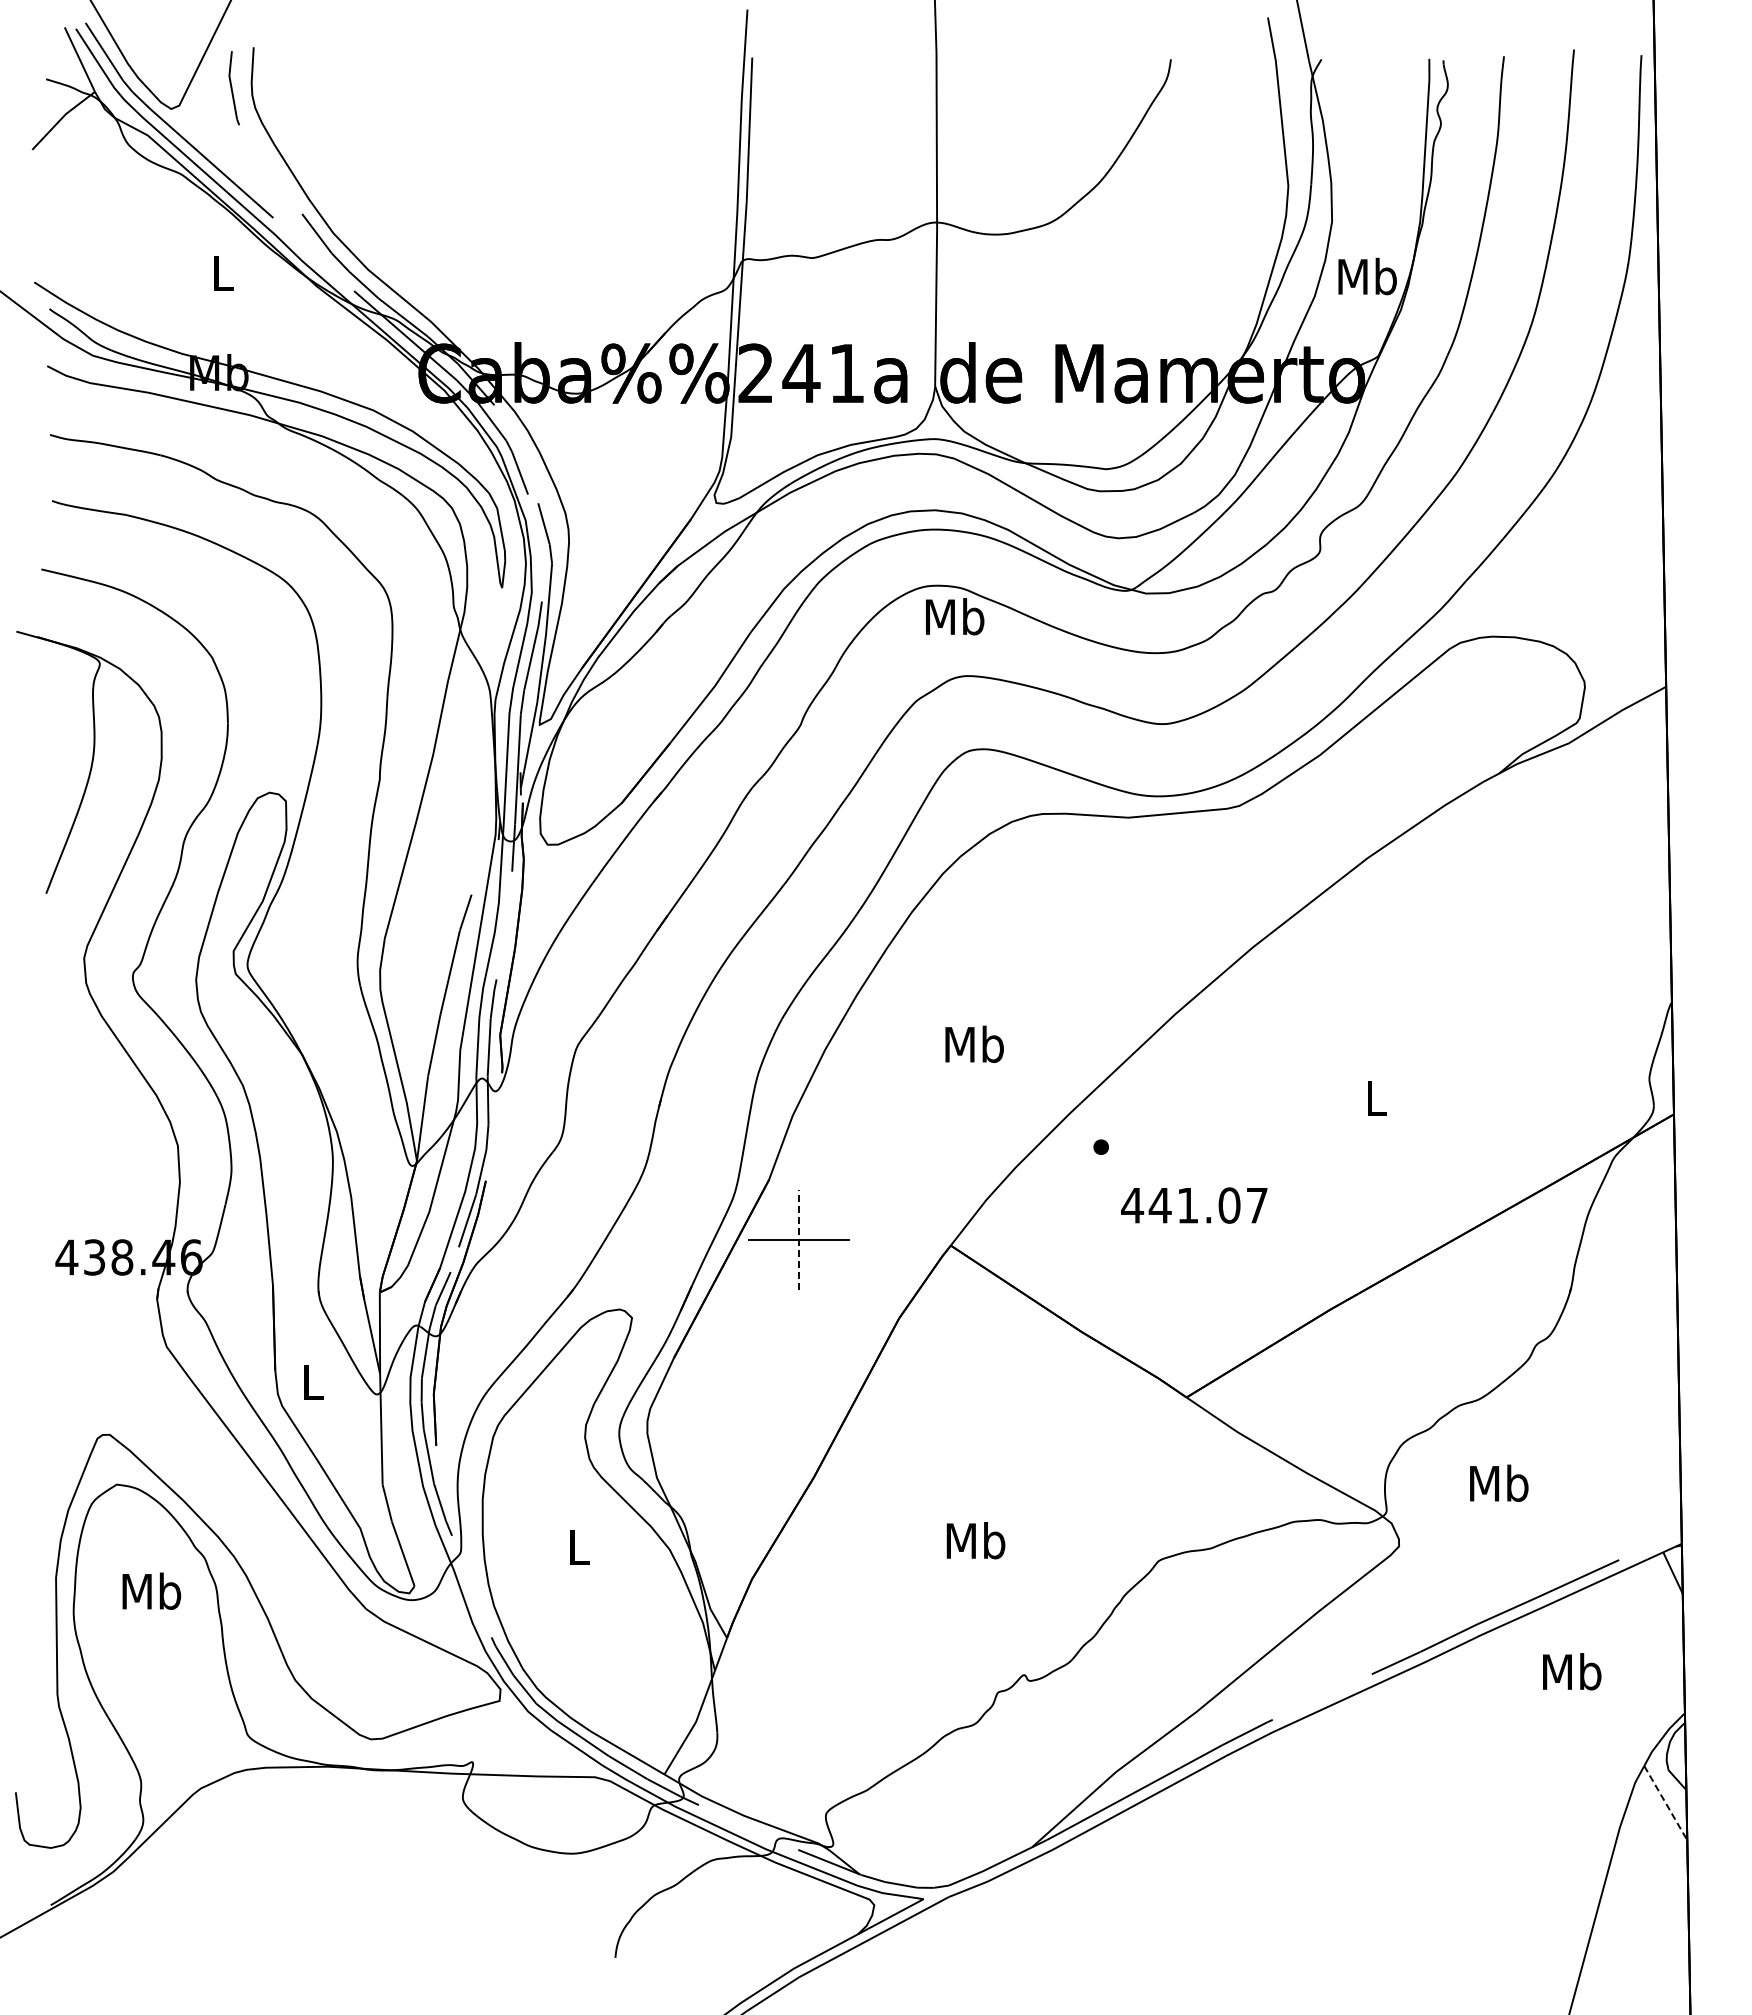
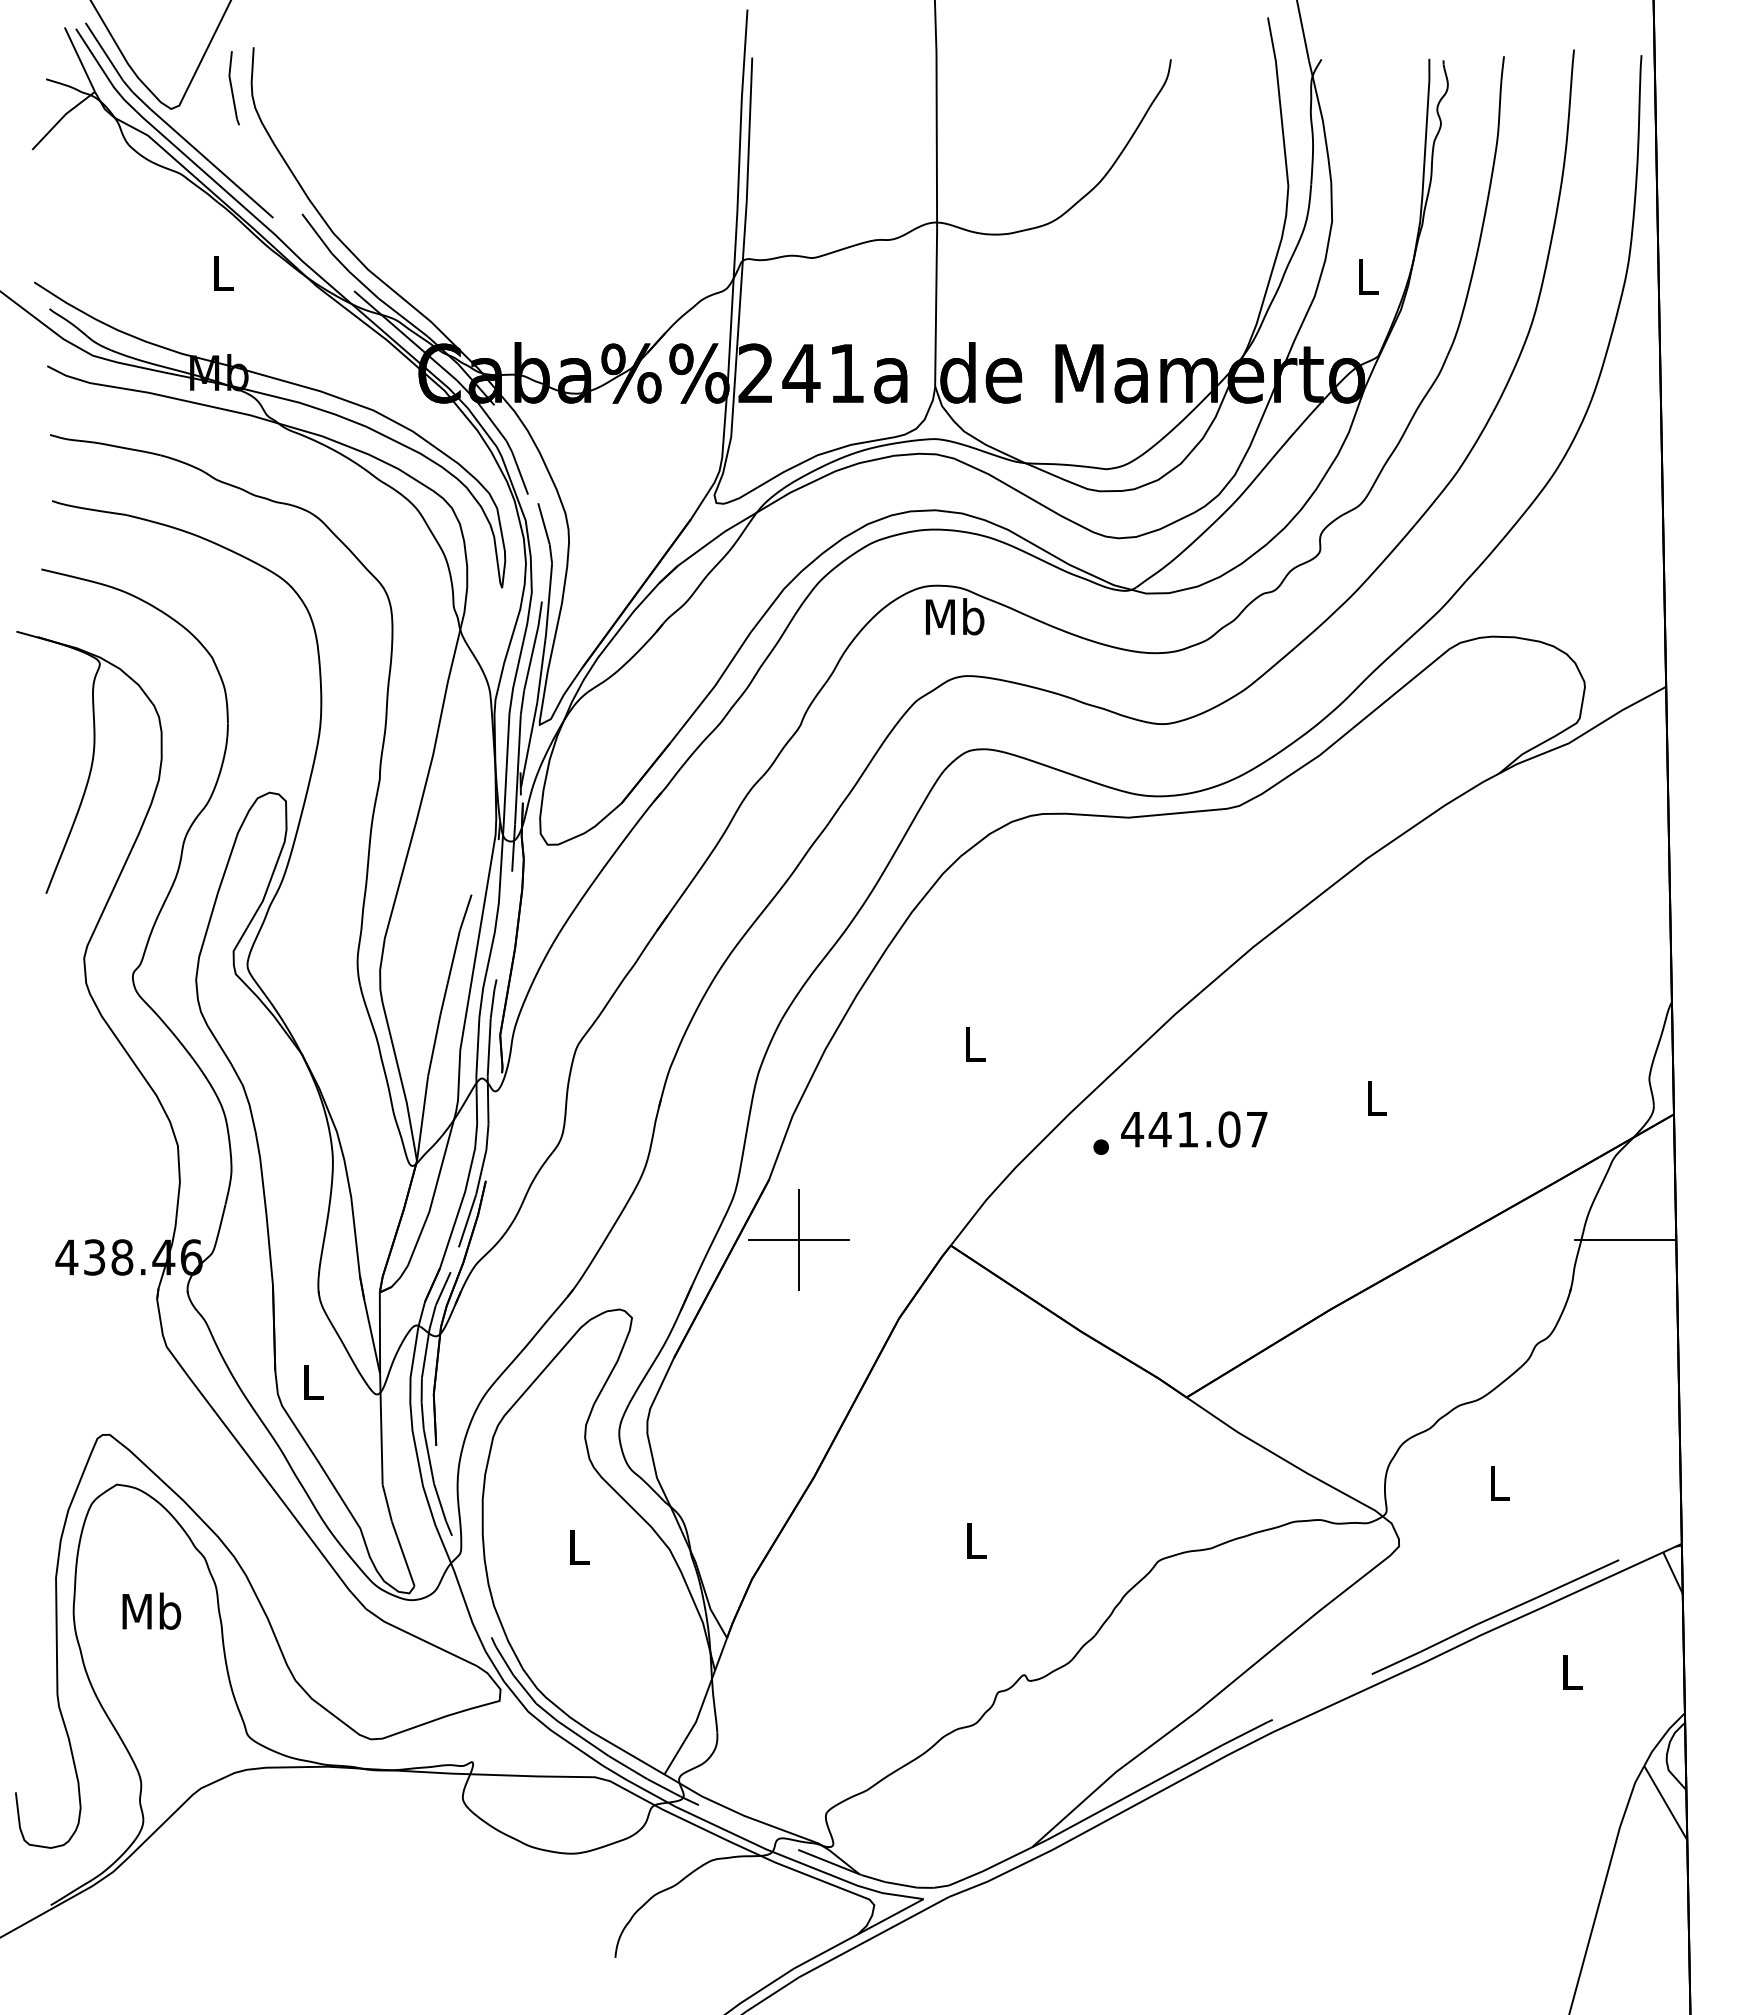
text at (1367, 276): Mb -> L
text at (974, 1043): Mb -> L
text at (1194, 1205) position: (1194, 1205) -> (1194, 1129)
line at (798, 1239): dashed -> solid
line at (1625, 1239): none -> present
text at (1499, 1482): Mb -> L
text at (975, 1540): Mb -> L
text at (151, 1590) position: (151, 1590) -> (151, 1610)
text at (1572, 1671): Mb -> L
line at (1665, 1803): dashed -> solid
